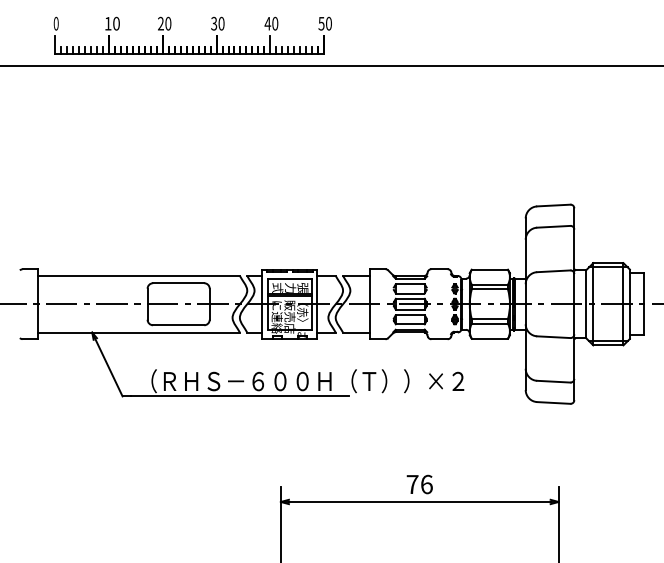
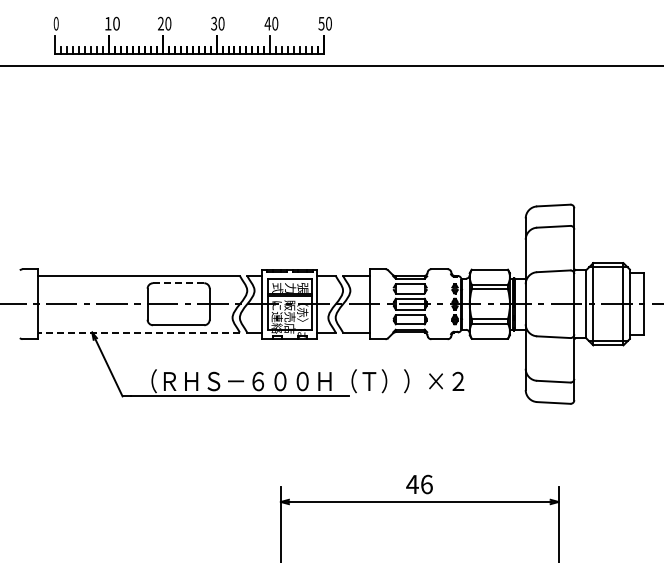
line at (178, 283): solid -> dashed
line at (138, 332): solid -> dashed
text at (412, 484): 76 -> 46
